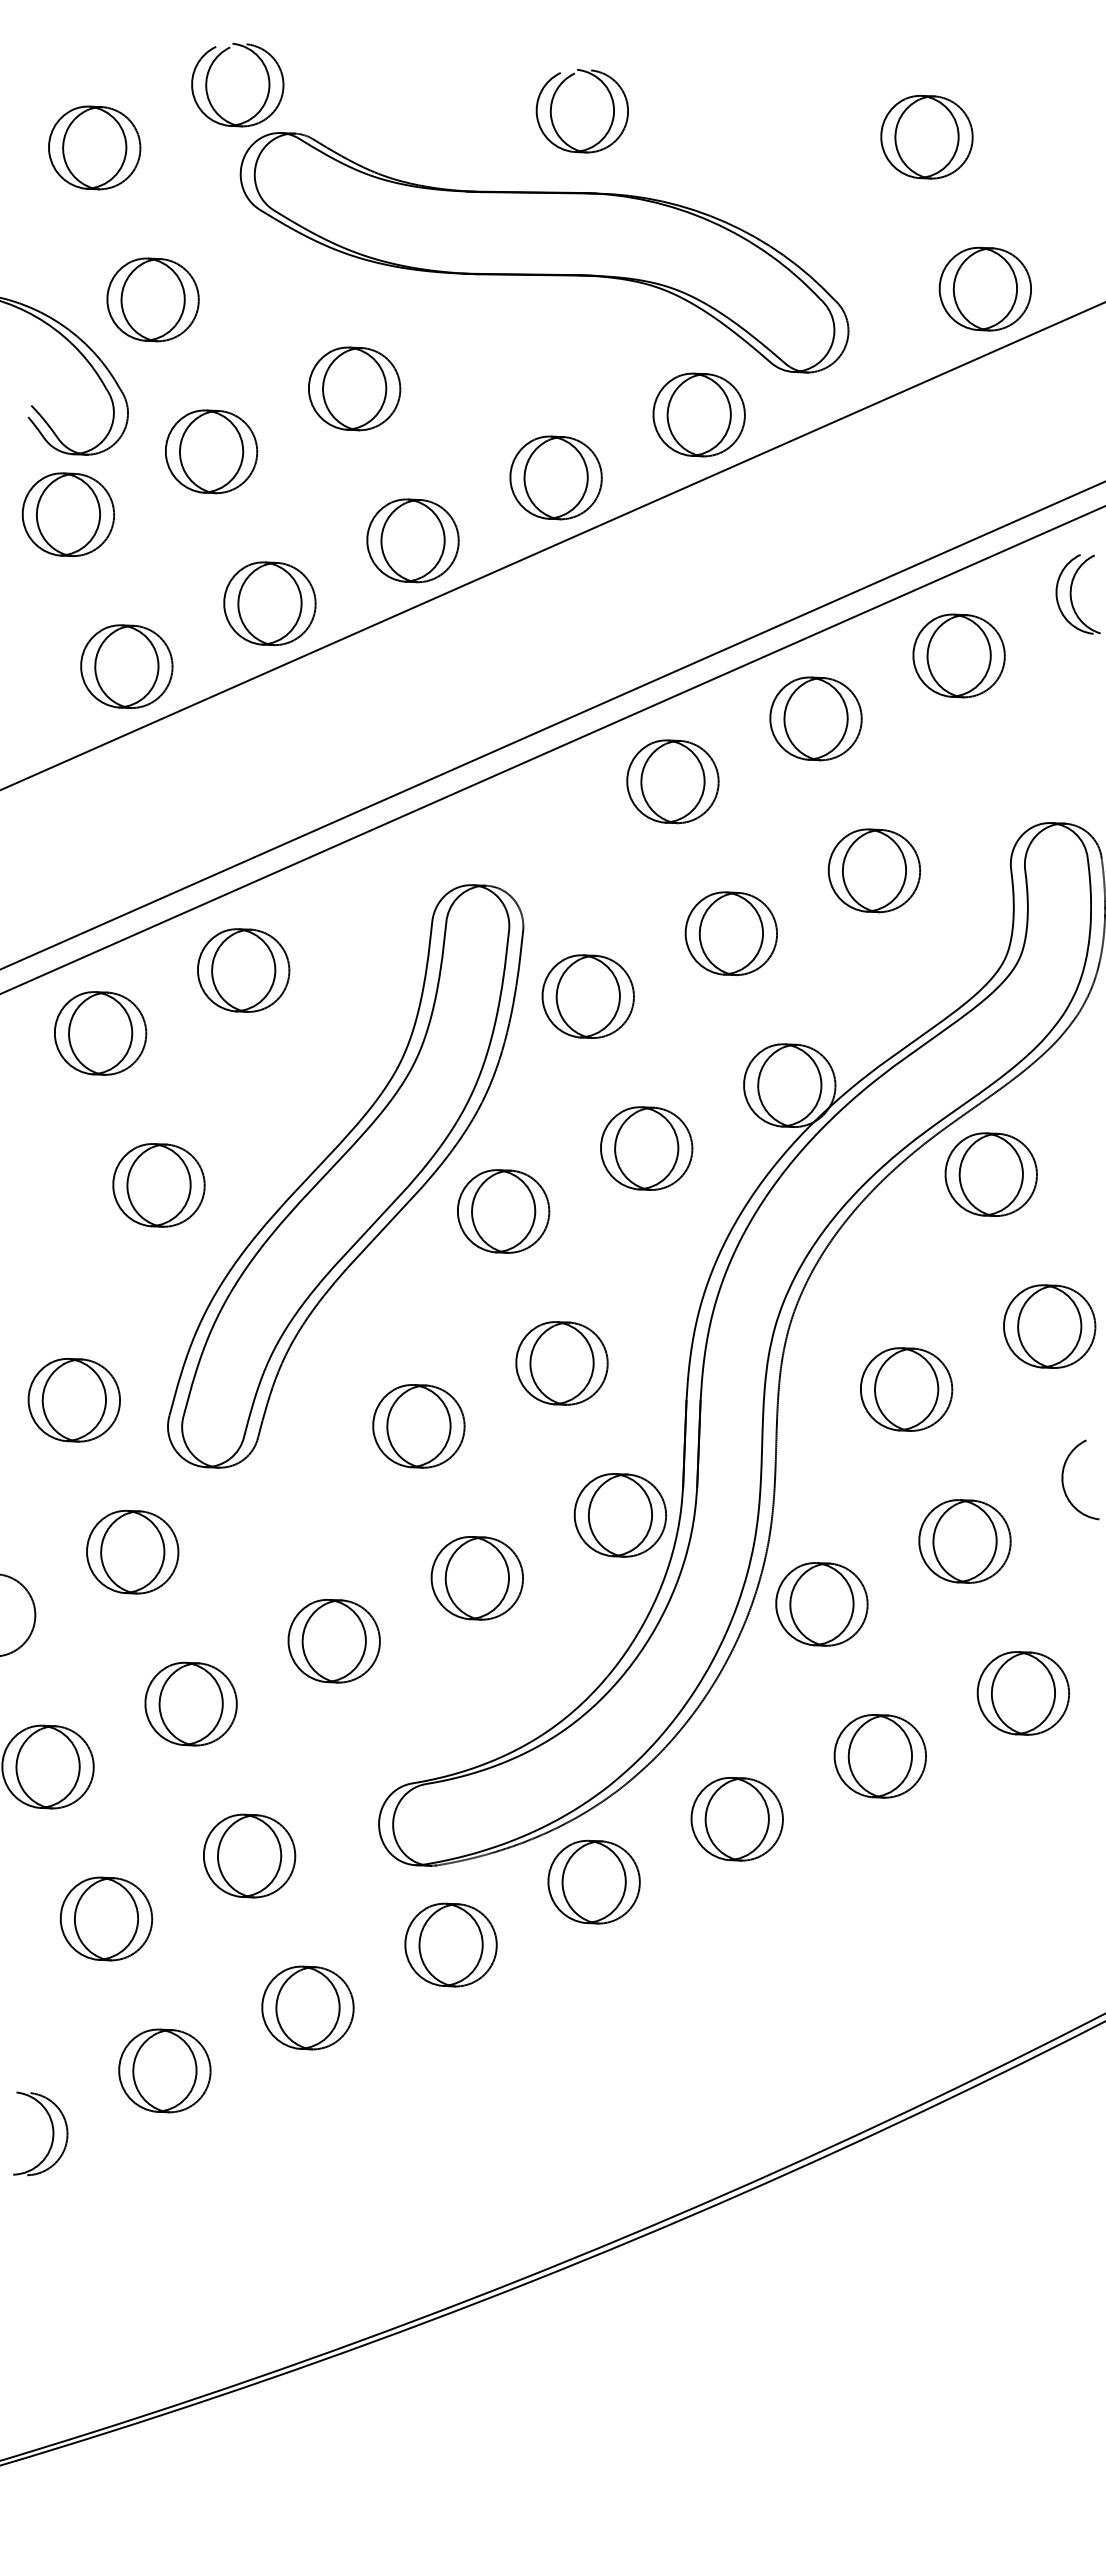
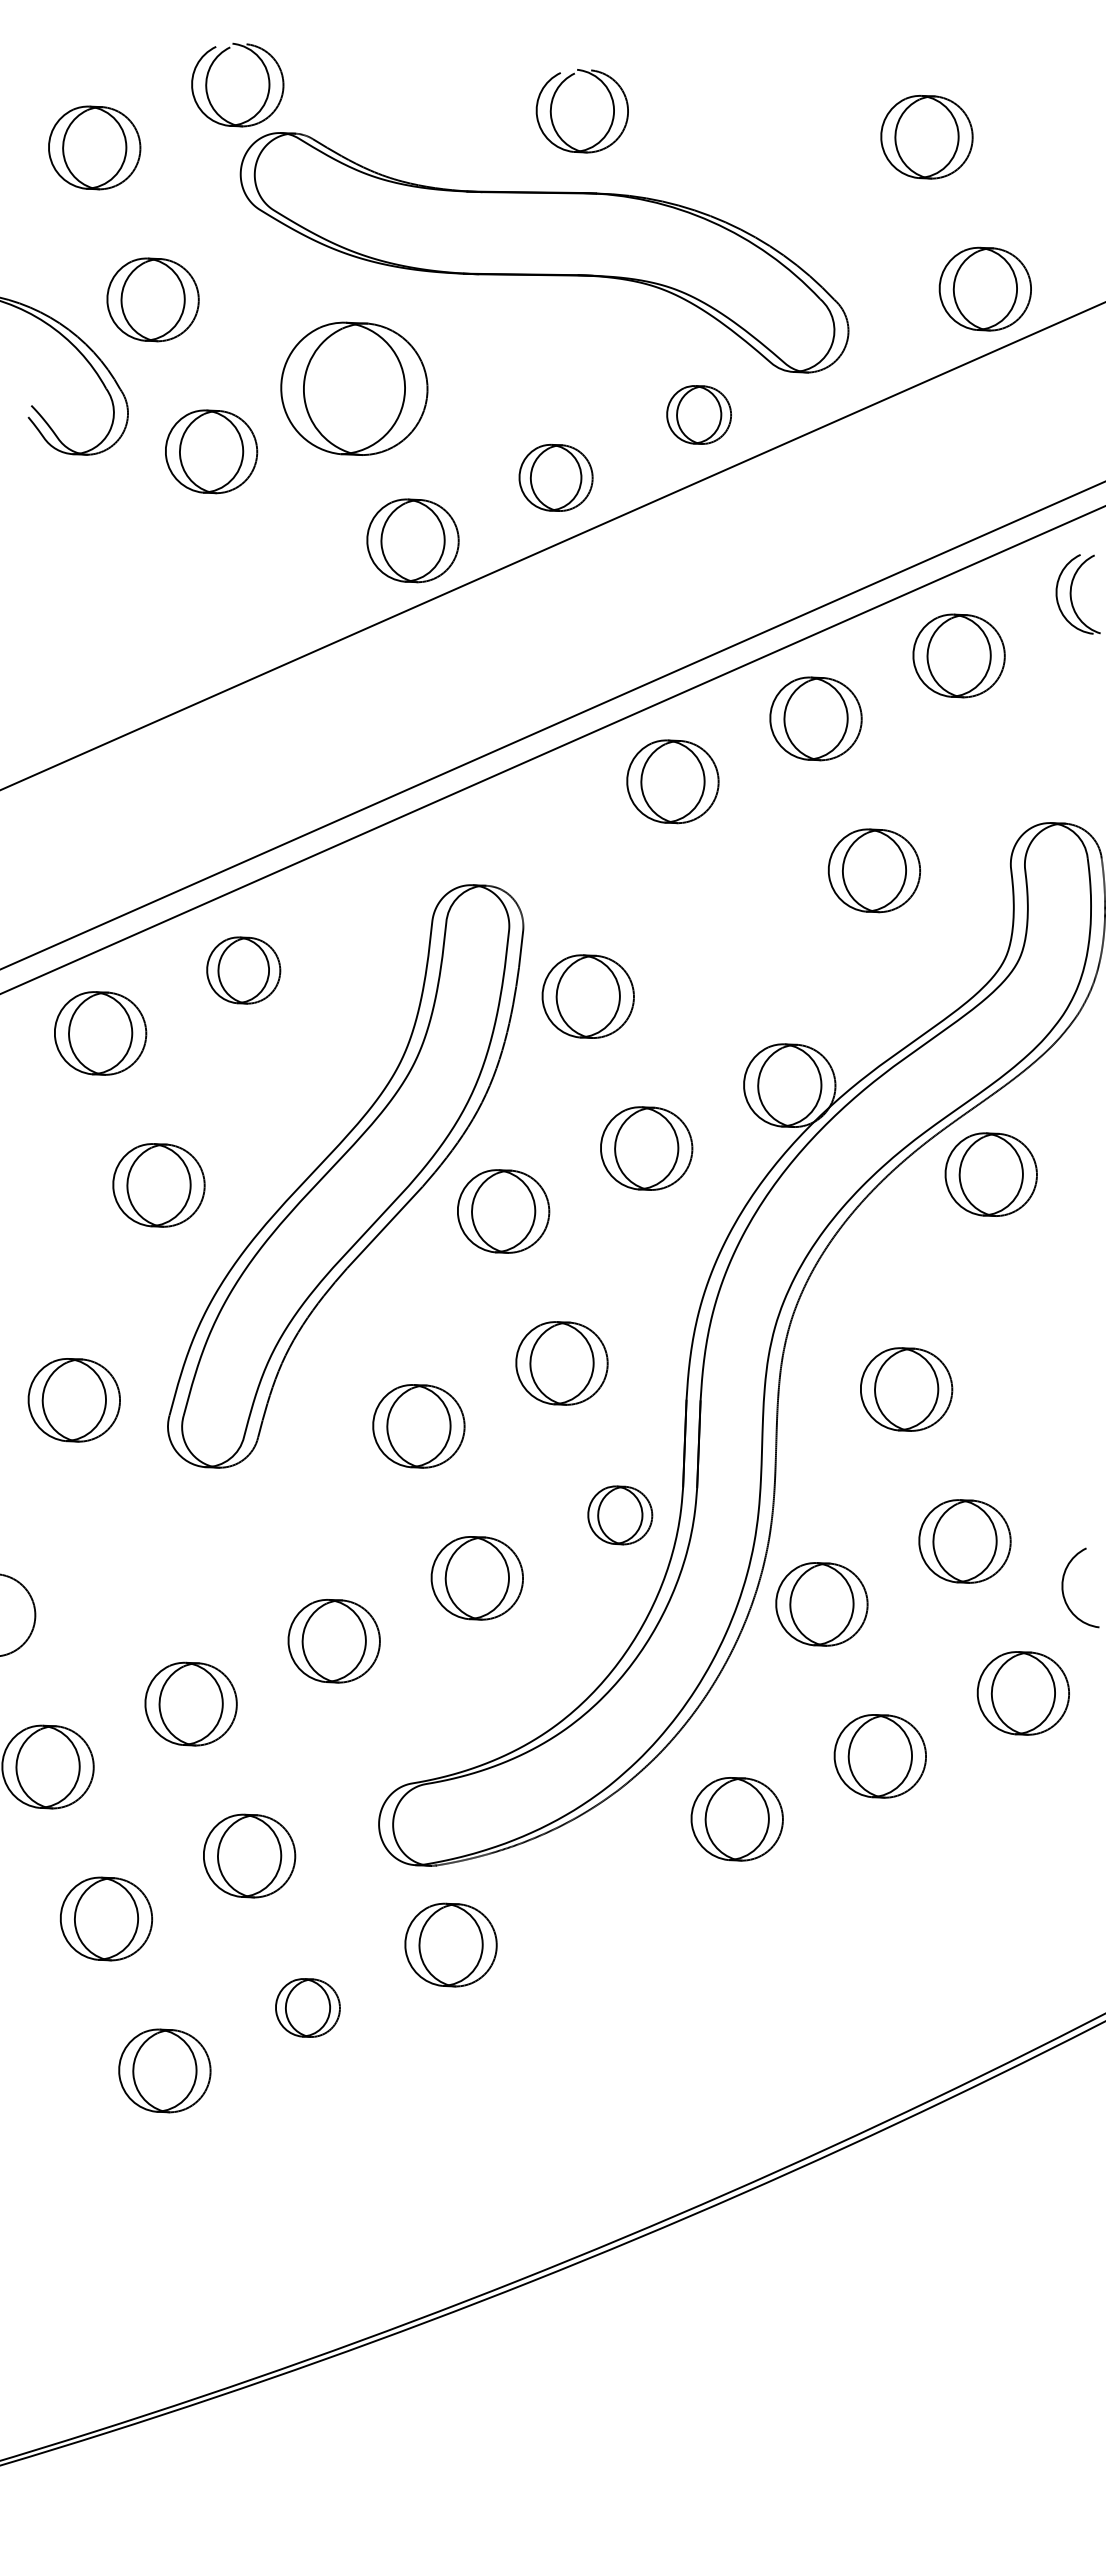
part at (354, 388) size: 94x86 px -> 149x135 px
part at (698, 414) size: 94x86 px -> 66x60 px
part at (555, 477) size: 94x86 px -> 76x68 px
part at (67, 514): present -> none
part at (269, 603): present -> none
part at (126, 666): present -> none
part at (730, 933): present -> none
part at (243, 970) size: 94x85 px -> 76x69 px
part at (1049, 1326): present -> none
arc at (1063, 1479) position: (1063, 1479) -> (1063, 1587)
part at (619, 1515) size: 94x85 px -> 67x61 px
part at (132, 1551): present -> none
part at (593, 1881): present -> none
part at (307, 2007) size: 94x86 px -> 66x60 px
part at (52, 2133): present -> none
